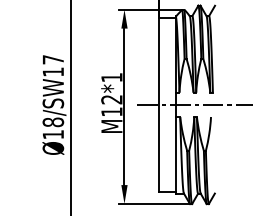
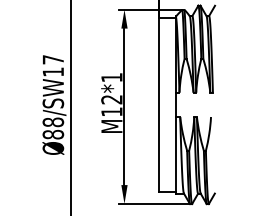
line at (193, 104): present -> none
text at (53, 134): Ø18/SW17 -> Ø88/SW17
